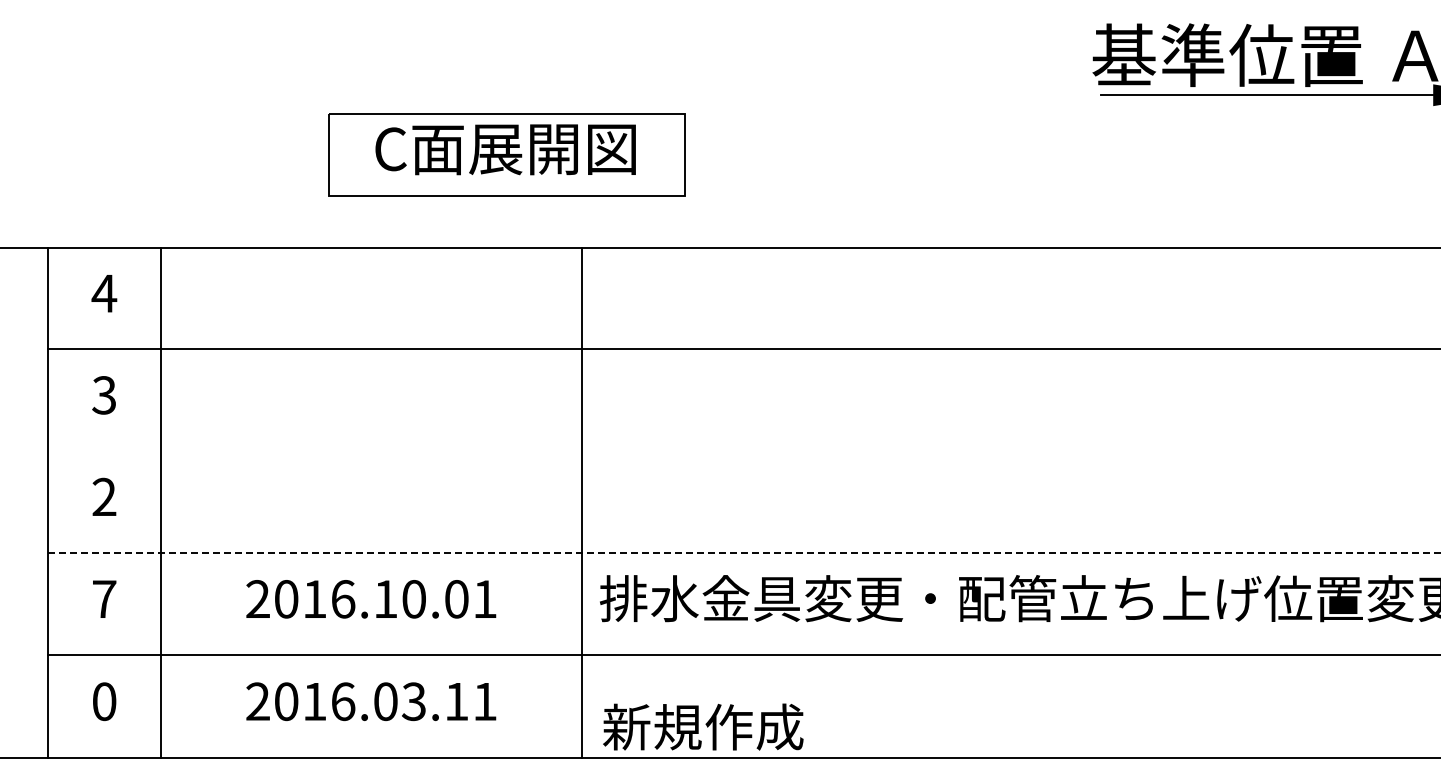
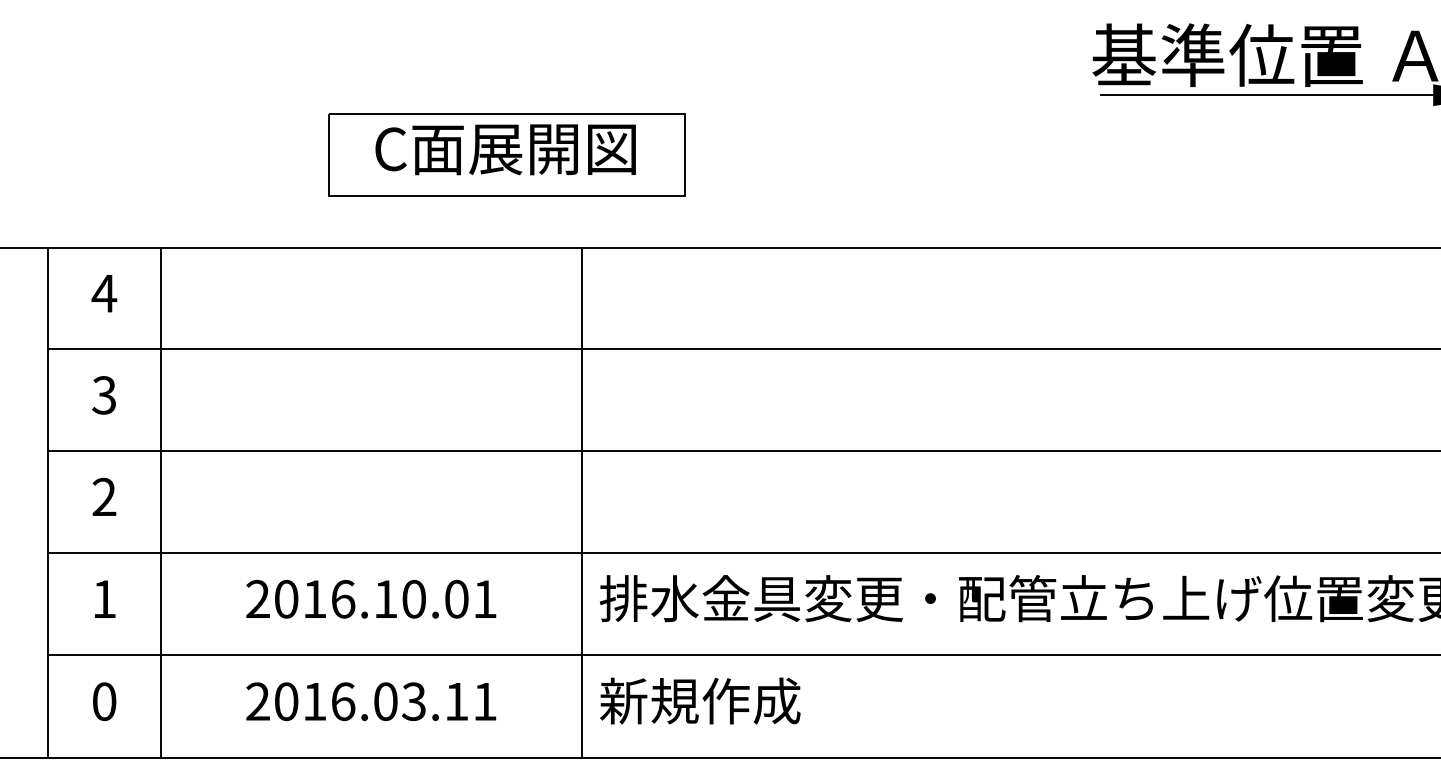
line at (742, 451): none -> present
line at (745, 552): dashed -> solid
text at (104, 598): 7 -> 1
text at (703, 726) position: (703, 726) -> (700, 700)
